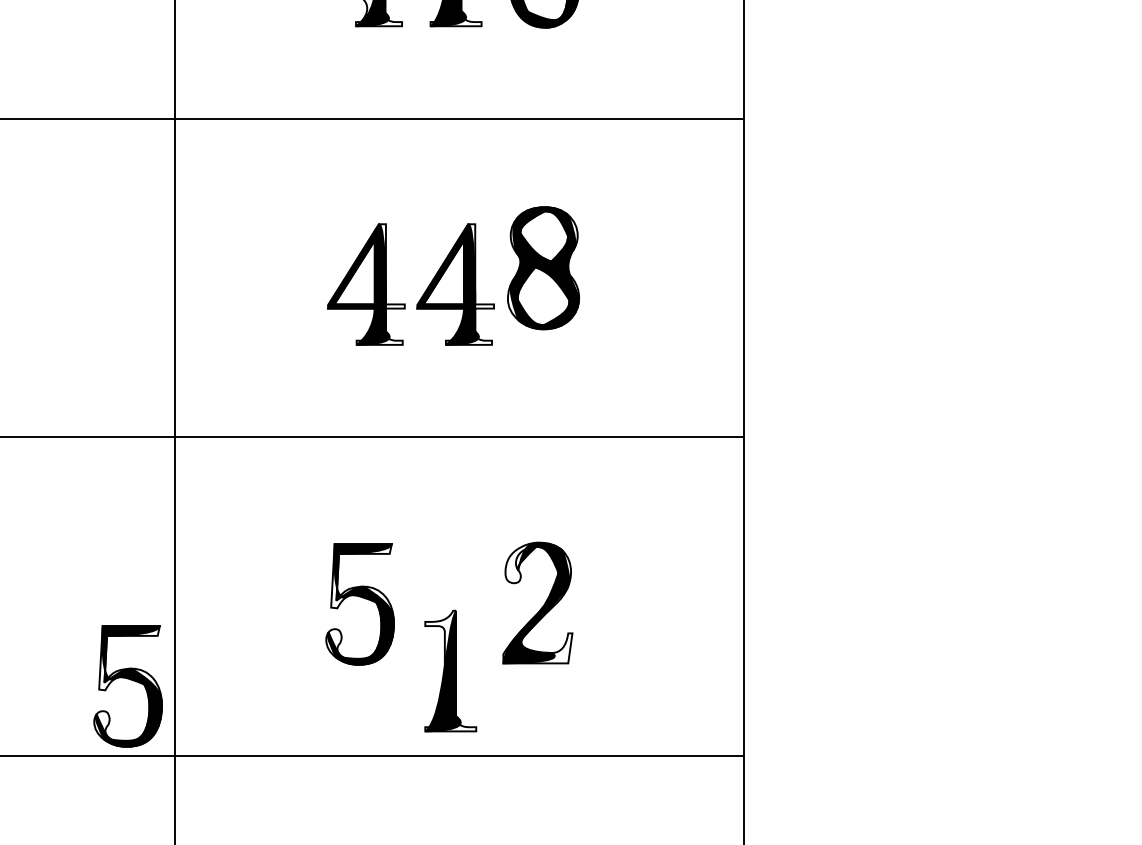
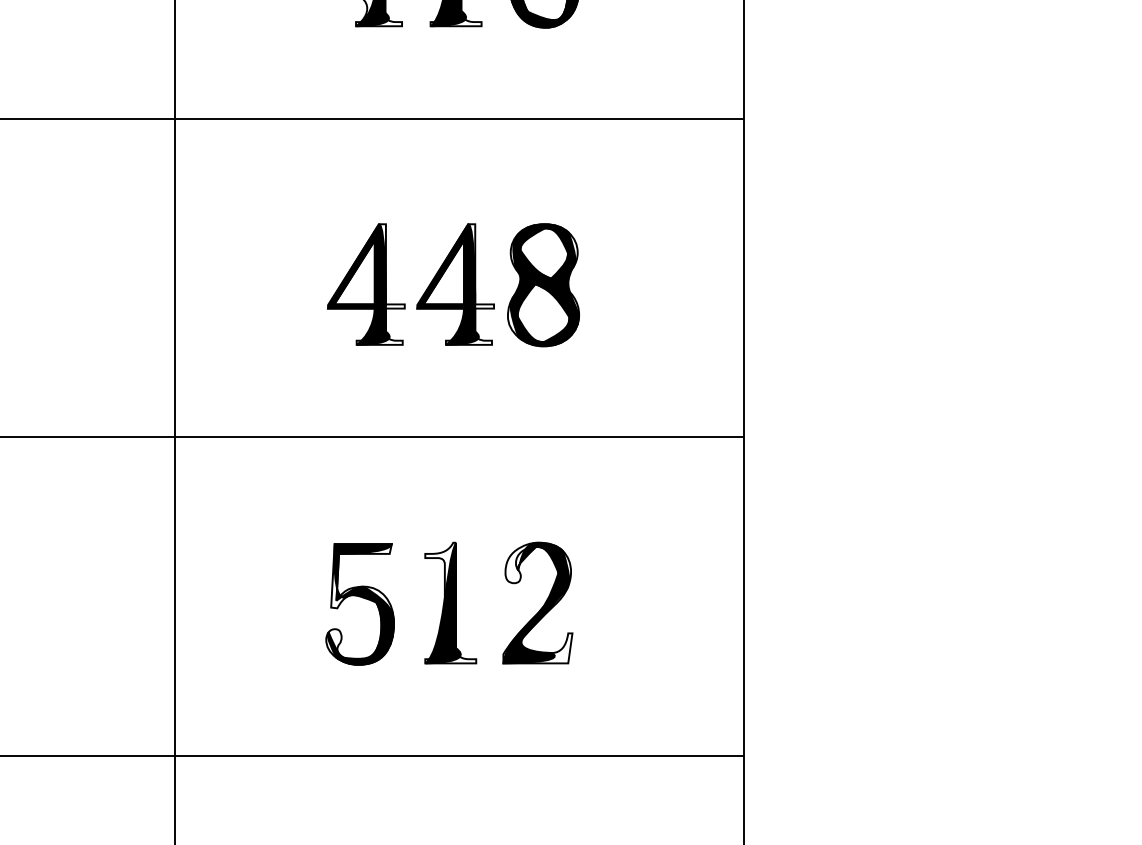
part at (543, 268) position: (543, 268) -> (543, 285)
part at (450, 670) position: (450, 670) -> (450, 602)
part at (130, 680): present -> none
